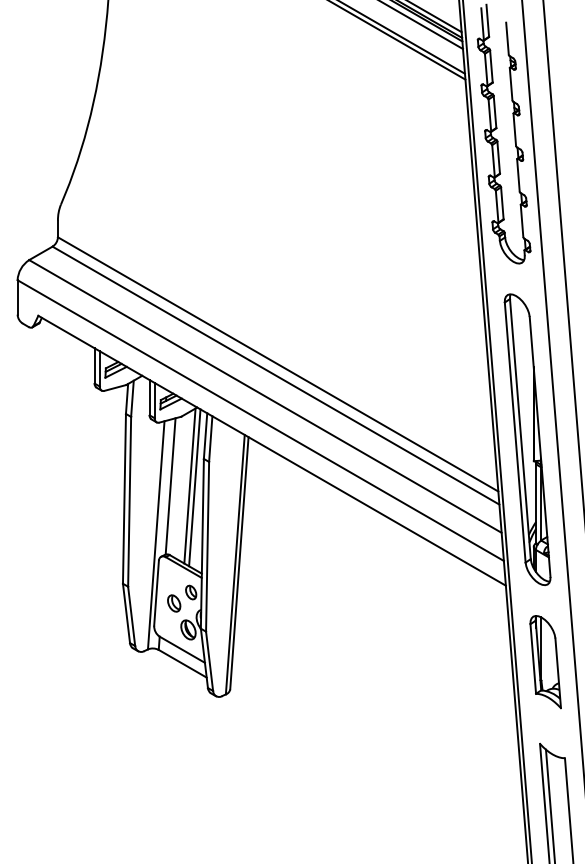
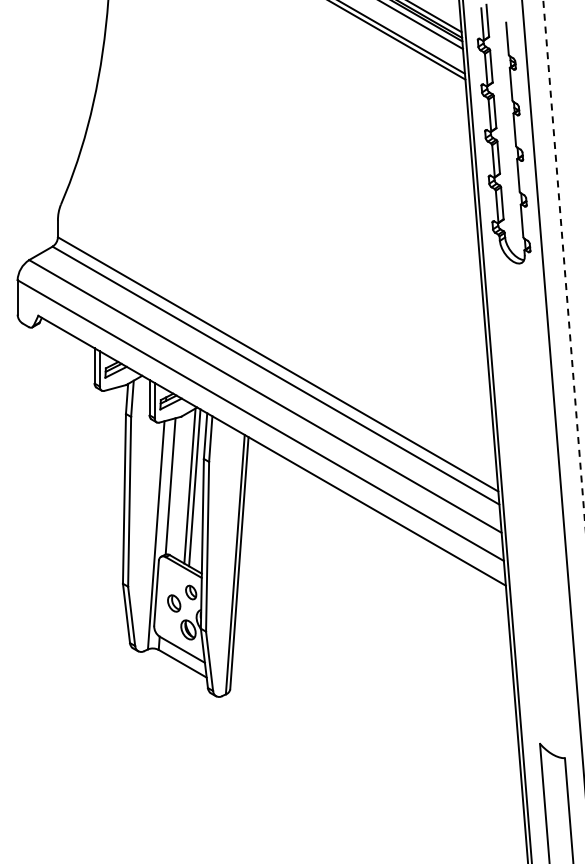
line at (564, 261): solid -> dashed
part at (527, 439): present -> none
part at (545, 662): present -> none
line at (549, 804): present -> none
